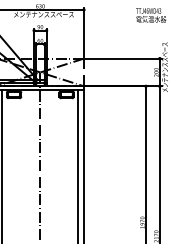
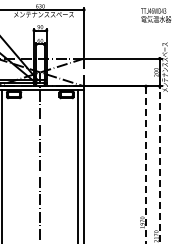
text at (151, 15) position: (151, 15) -> (156, 15)
line at (145, 165): solid -> dashed
line at (159, 165): solid -> dashed
